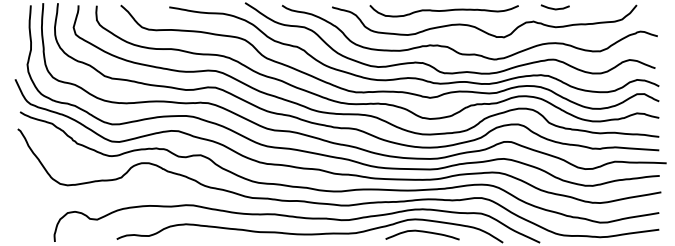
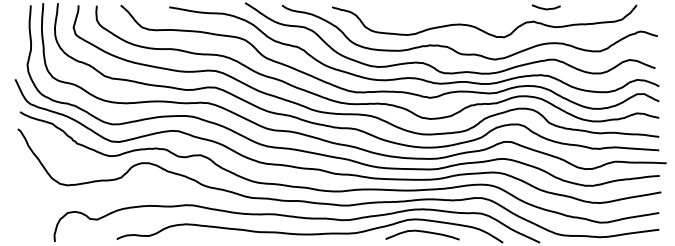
curve at (554, 8) position: (554, 8) -> (545, 8)
curve at (443, 11): present -> none
